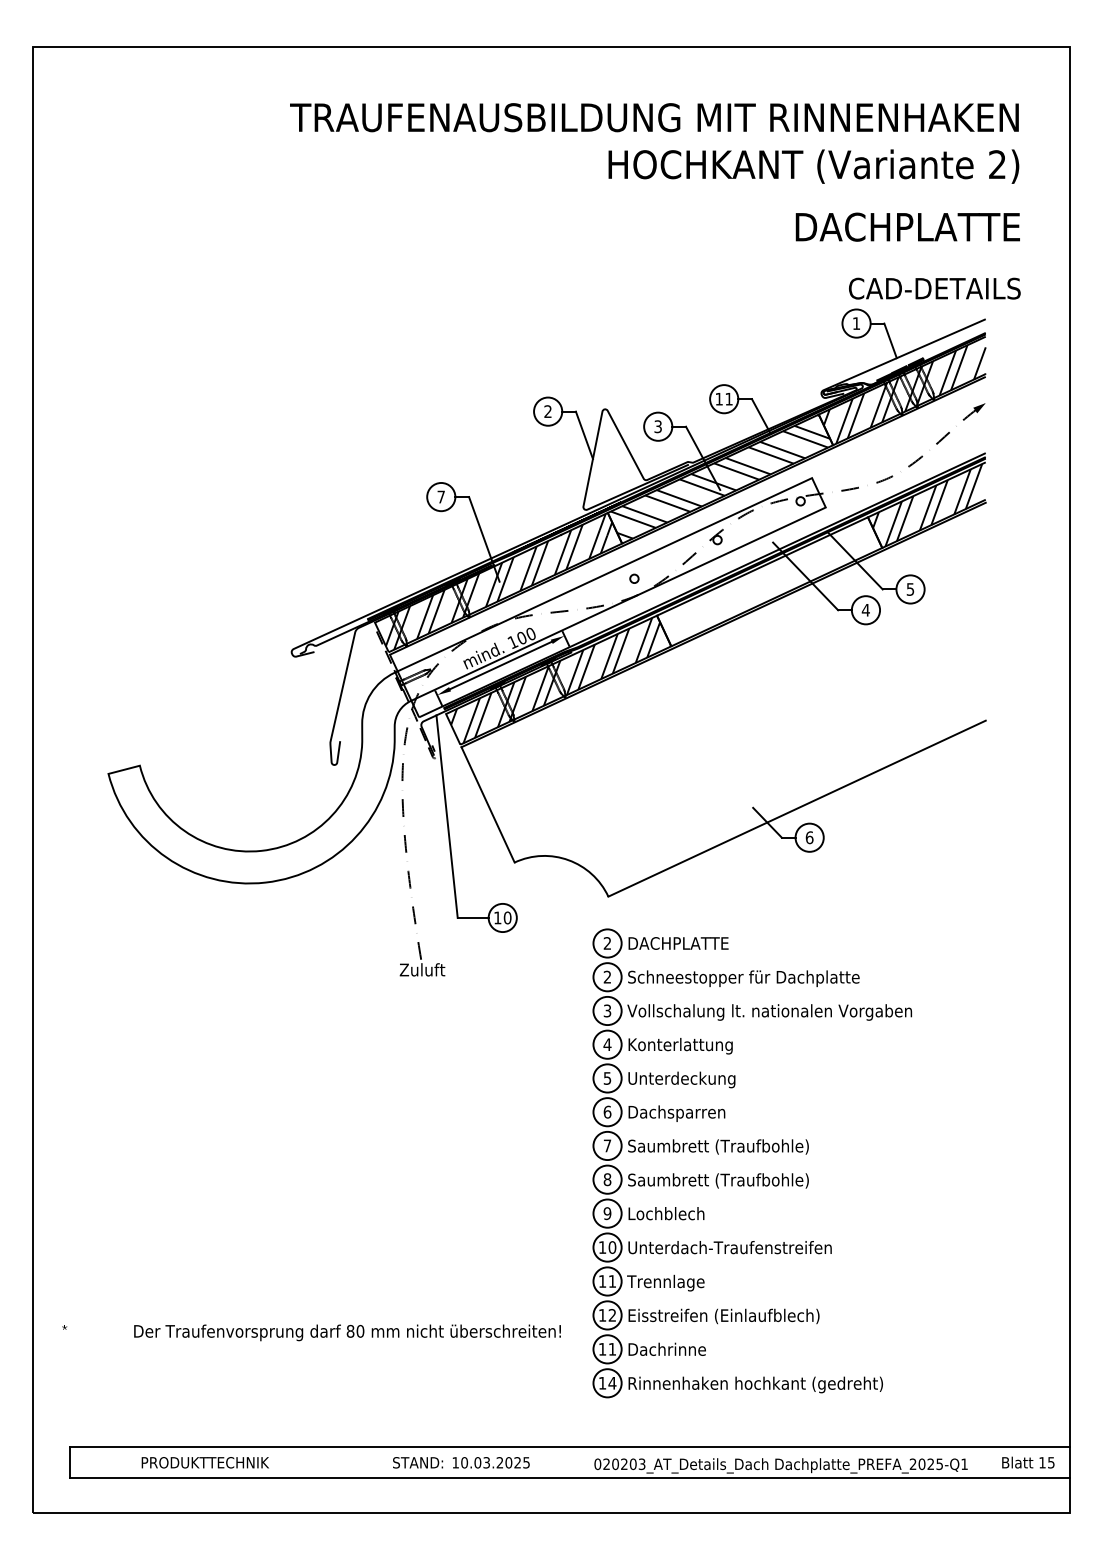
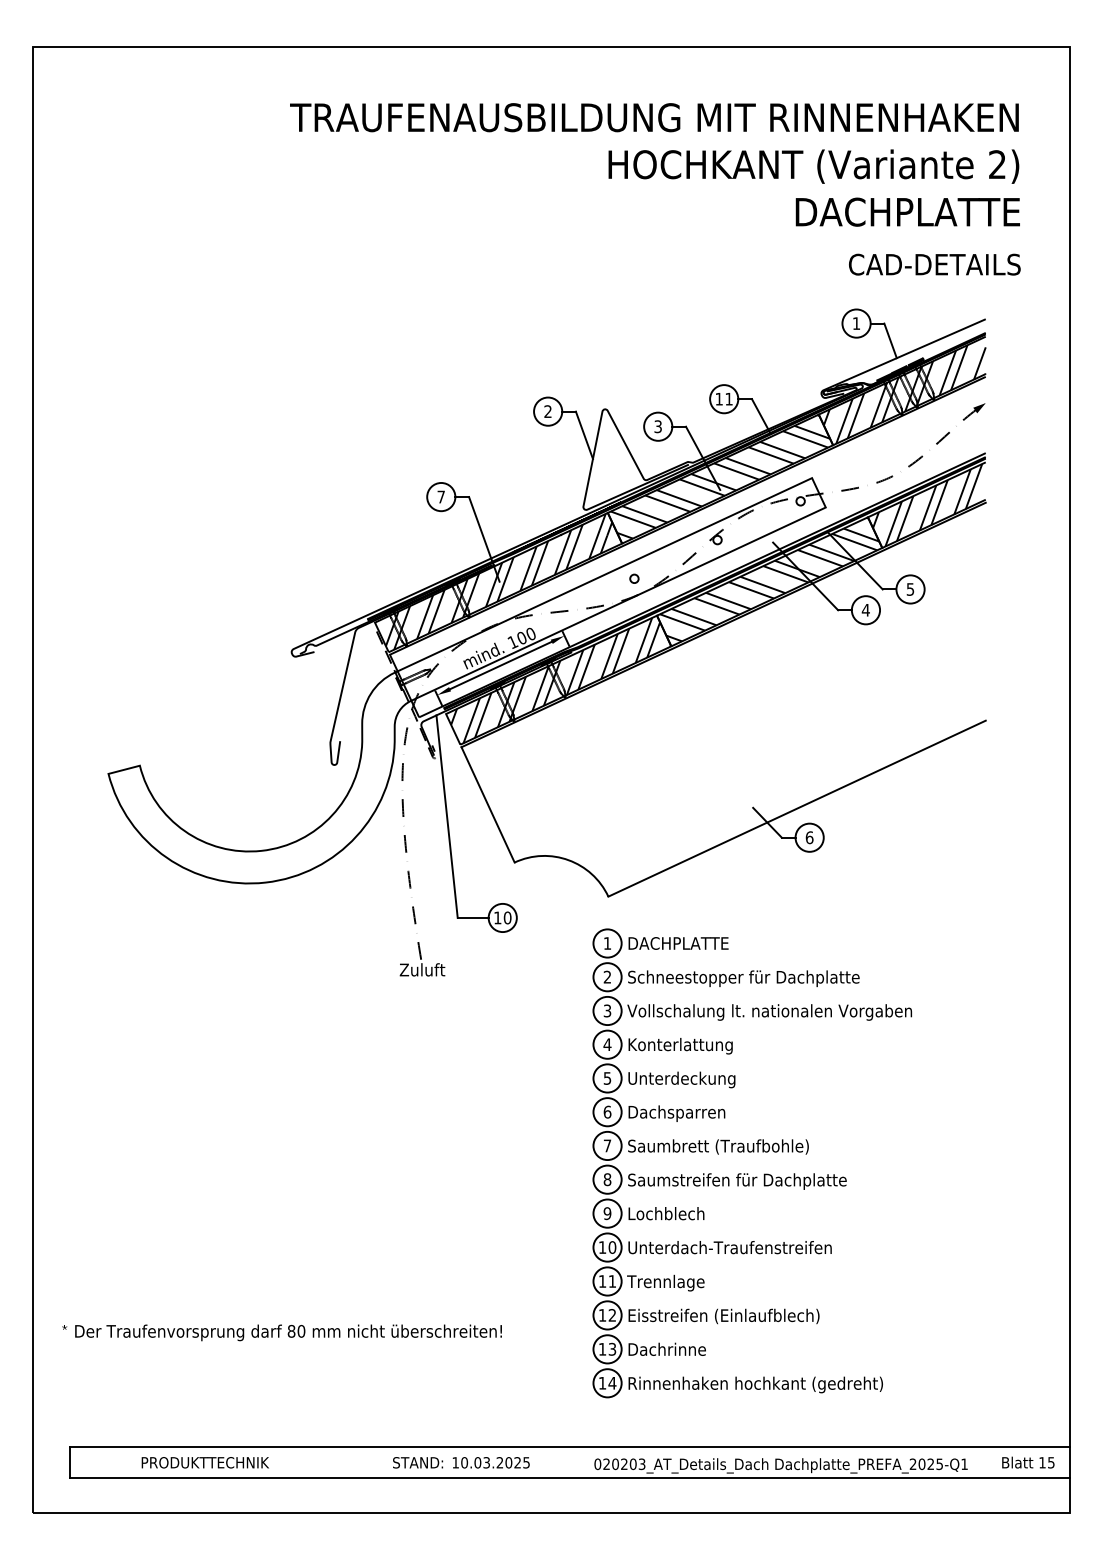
text at (907, 226) position: (907, 226) -> (907, 211)
text at (934, 288) position: (934, 288) -> (934, 264)
hatch at (769, 579): none -> present
text at (606, 943): 2 -> 1
text at (759, 1181): Saumbrett (Traufbohle) -> Saumstreifen für Dachplatte
text at (347, 1332) position: (347, 1332) -> (288, 1332)
text at (612, 1348): 11 -> 13
